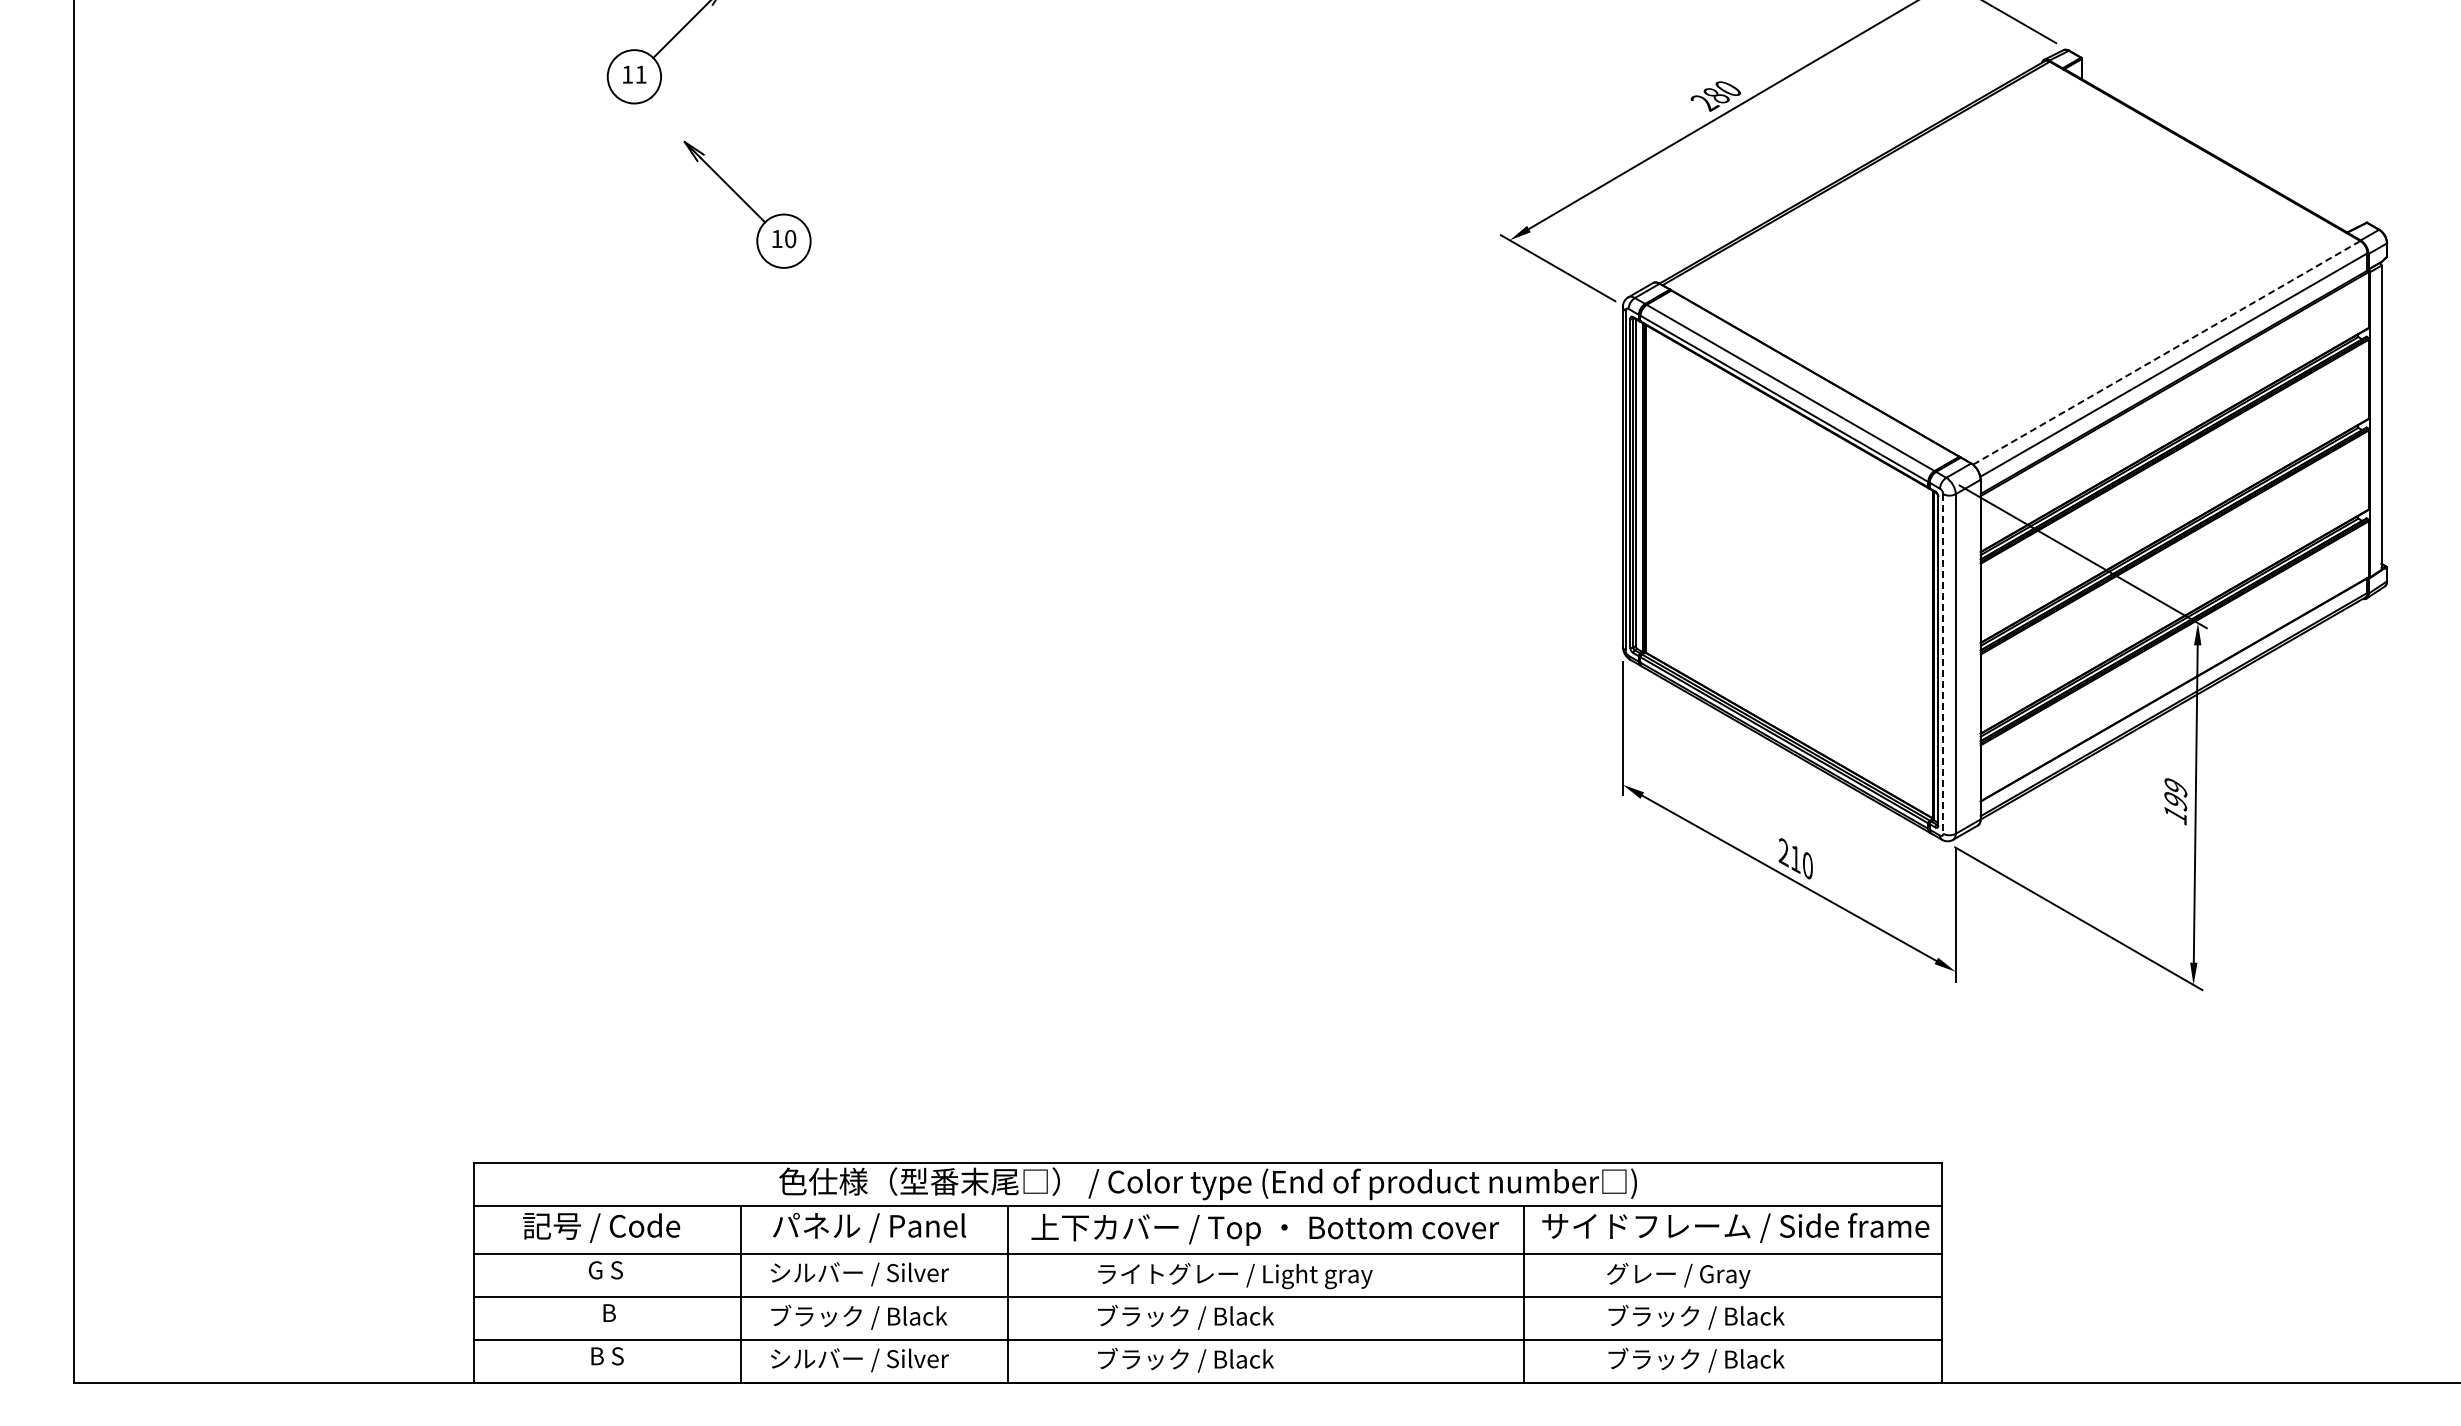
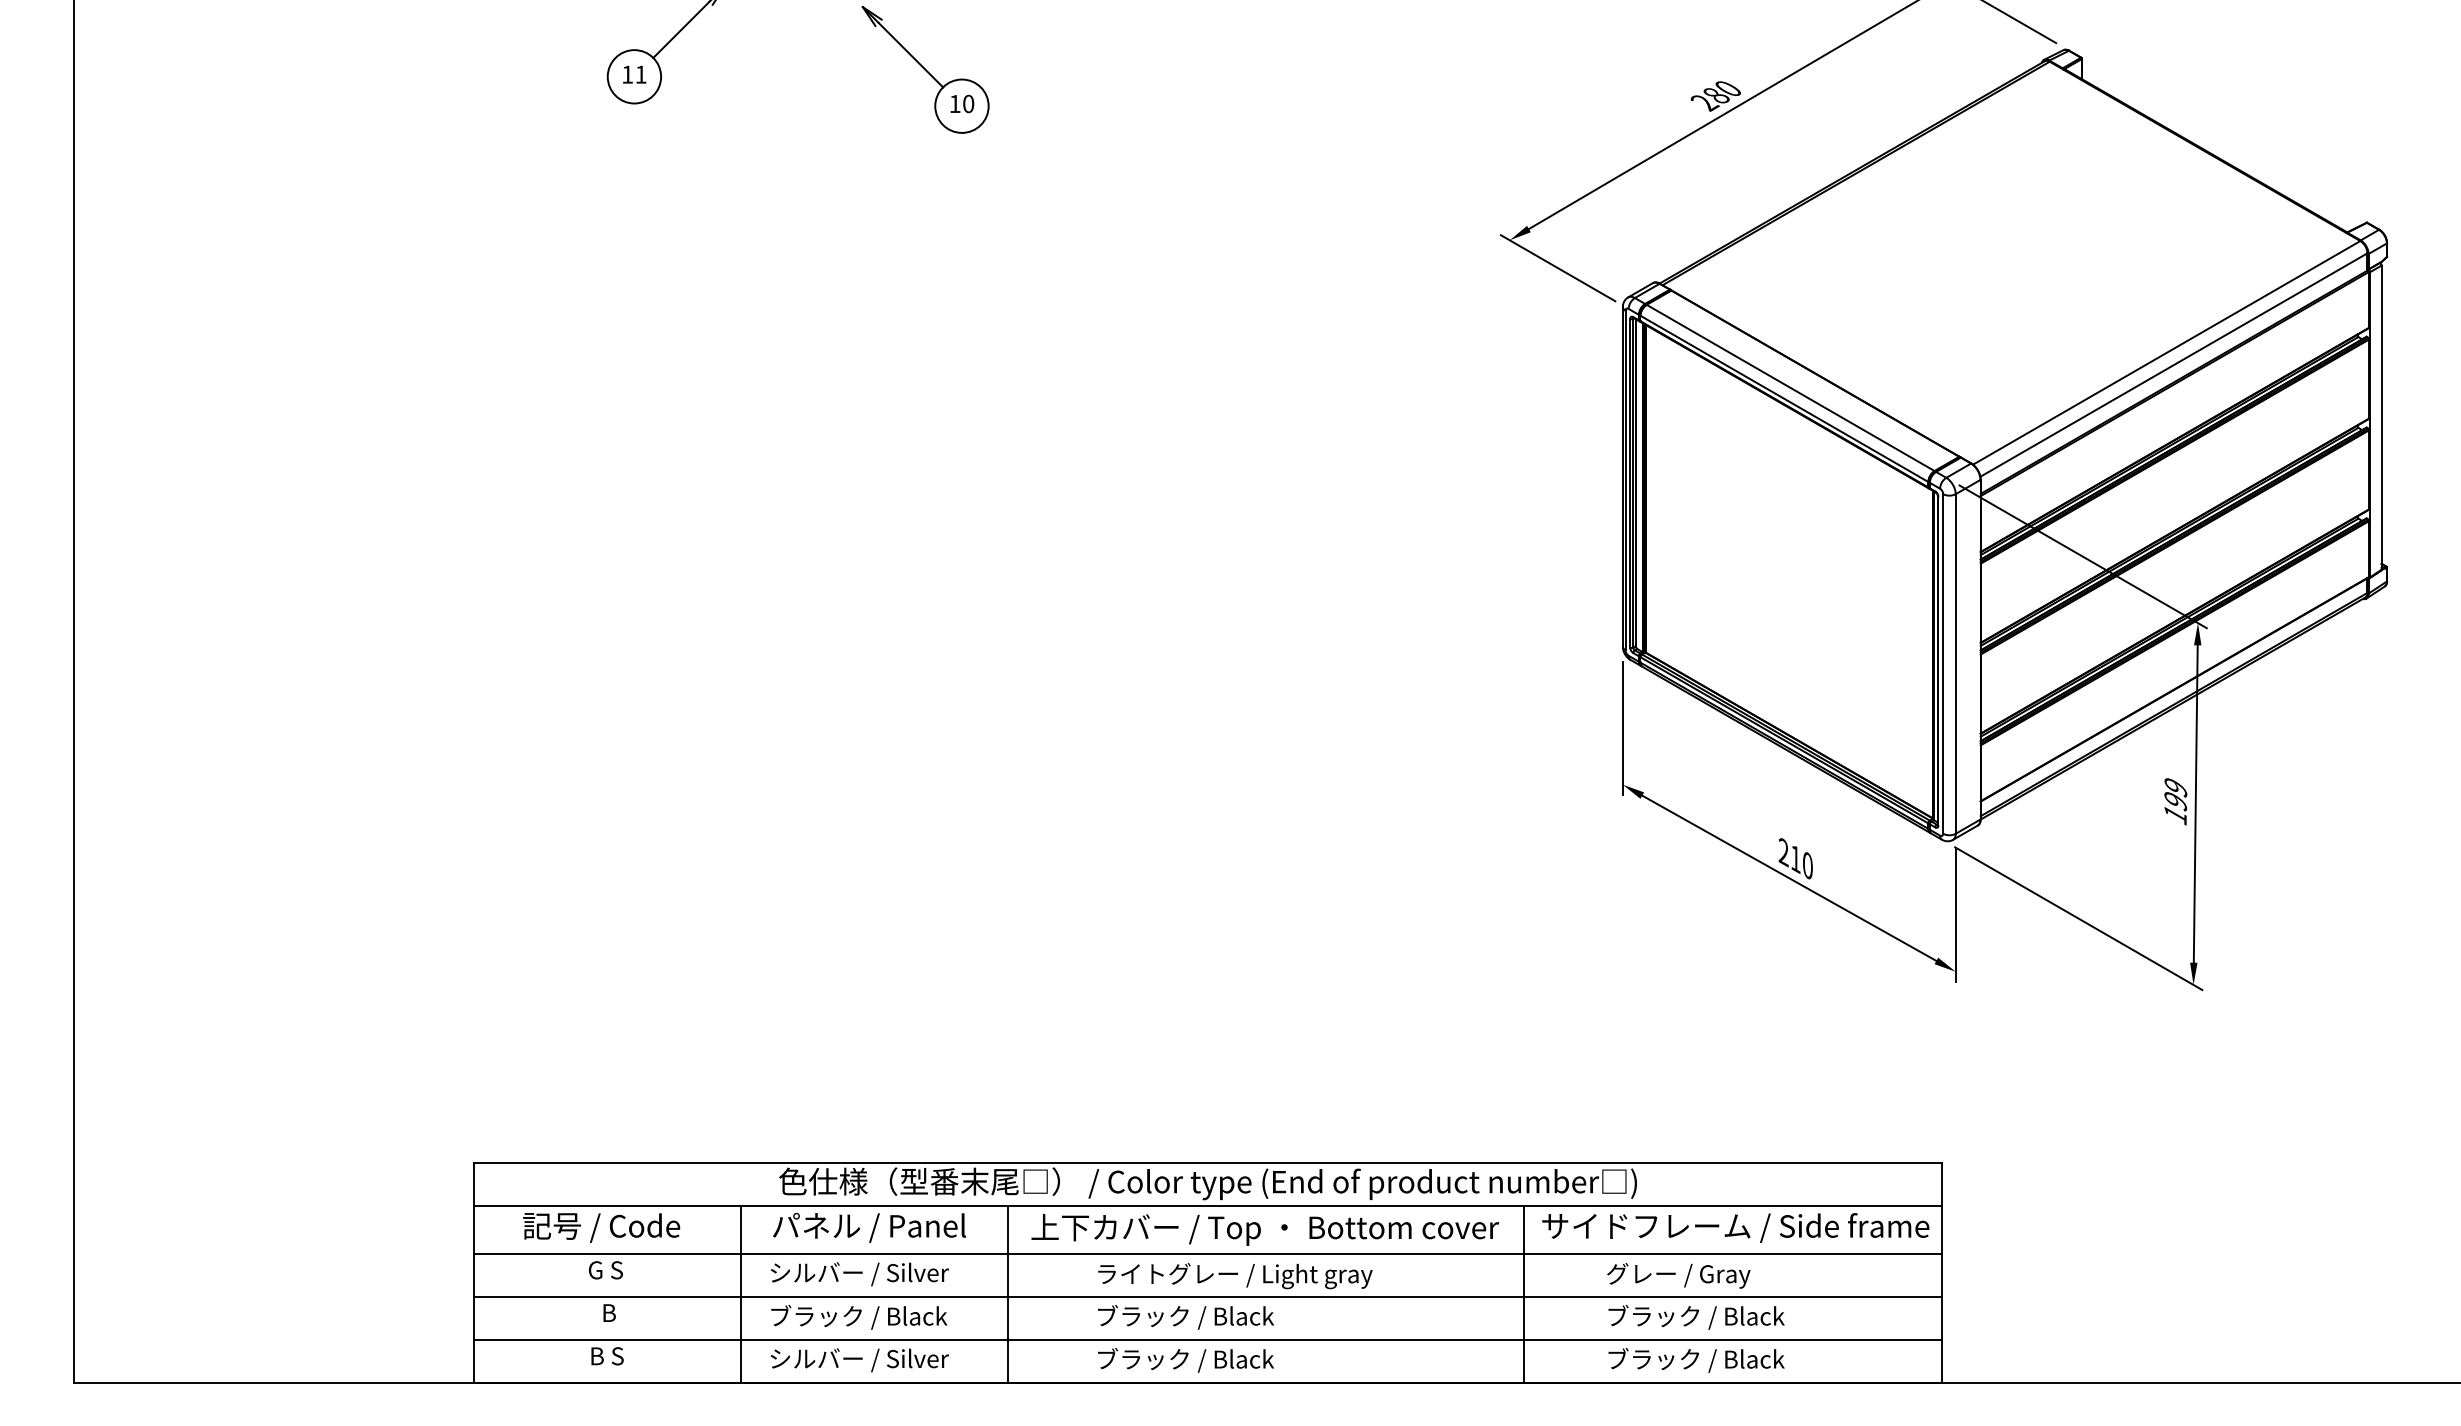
part at (747, 204) position: (747, 204) -> (925, 69)
line at (2166, 352): dashed -> solid
line at (1943, 663): dashed -> solid
